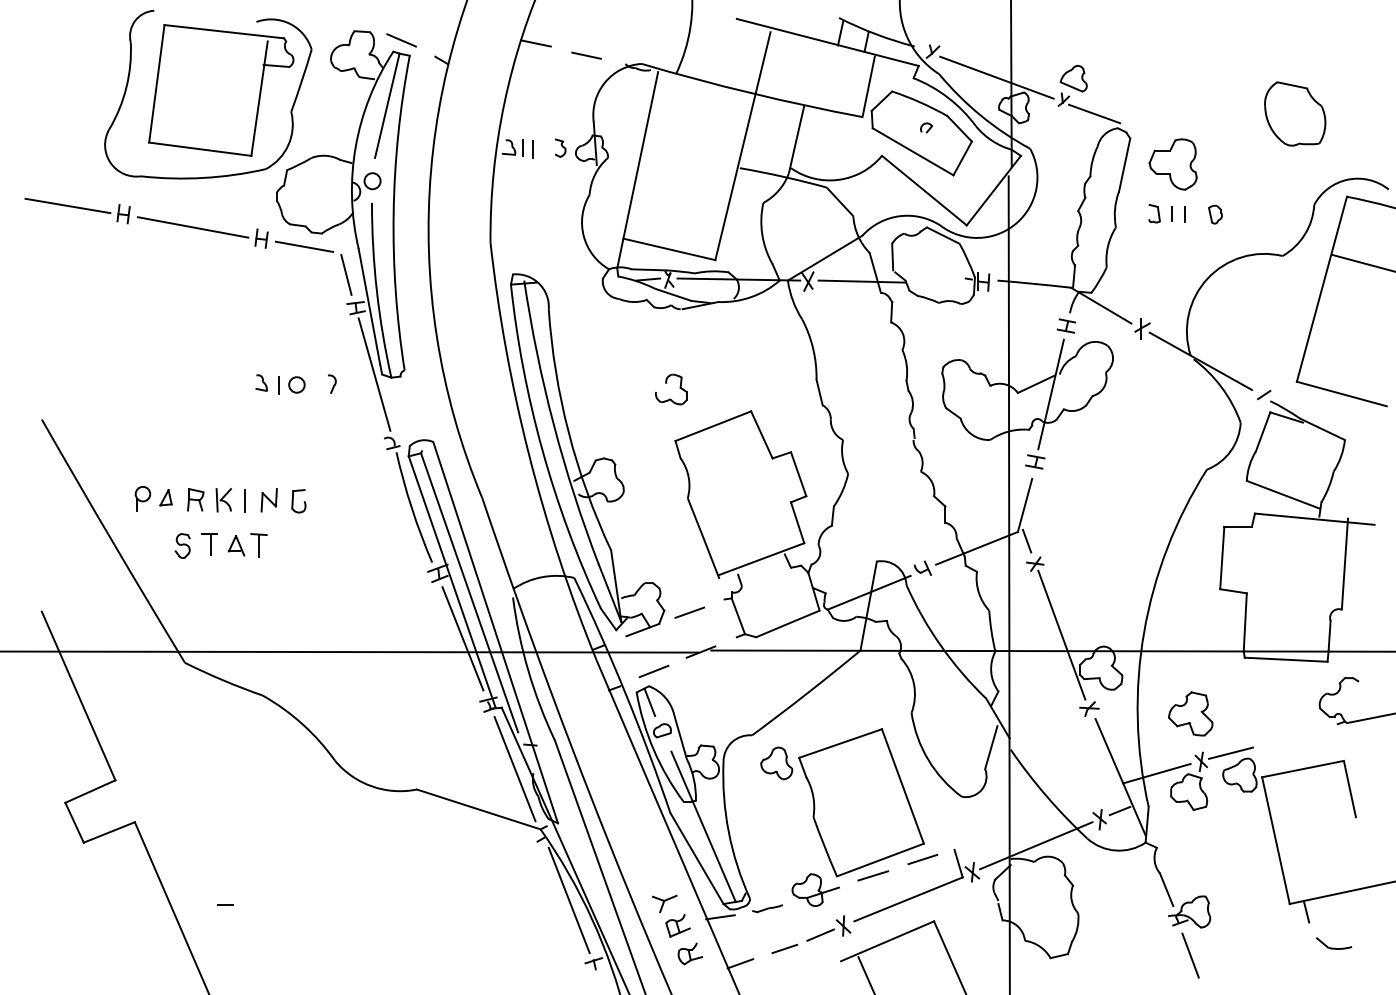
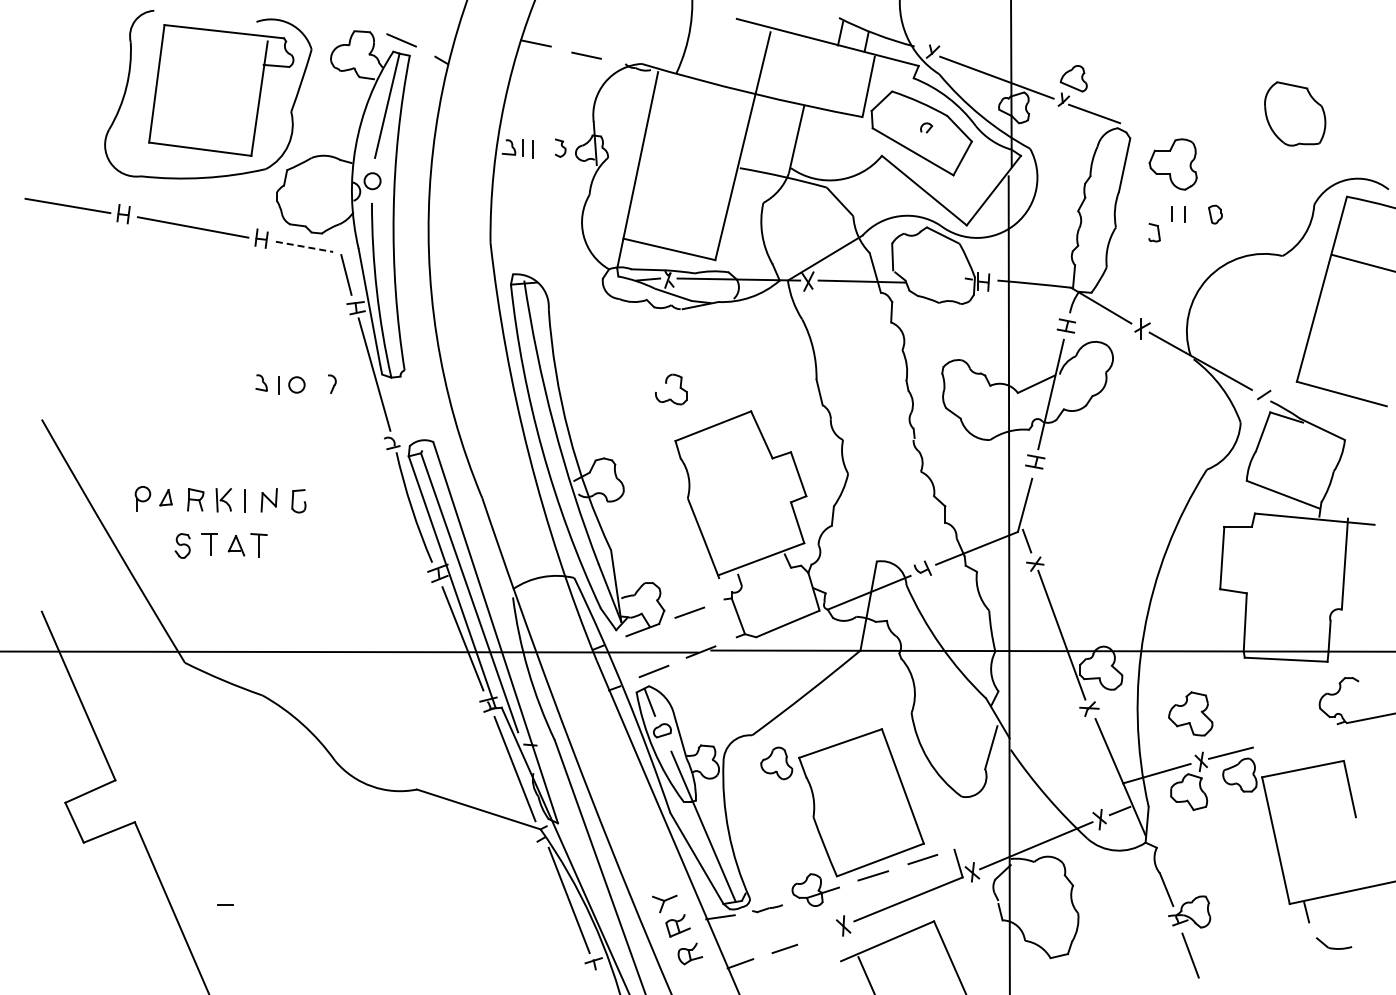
part at (1154, 213) position: (1154, 213) -> (1154, 232)
line at (305, 246): solid -> dashed
line at (820, 934): present -> none
